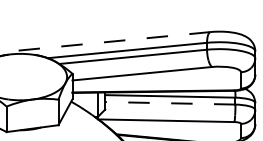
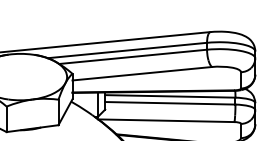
line at (105, 42): dashed -> solid
line at (169, 103): dashed -> solid
